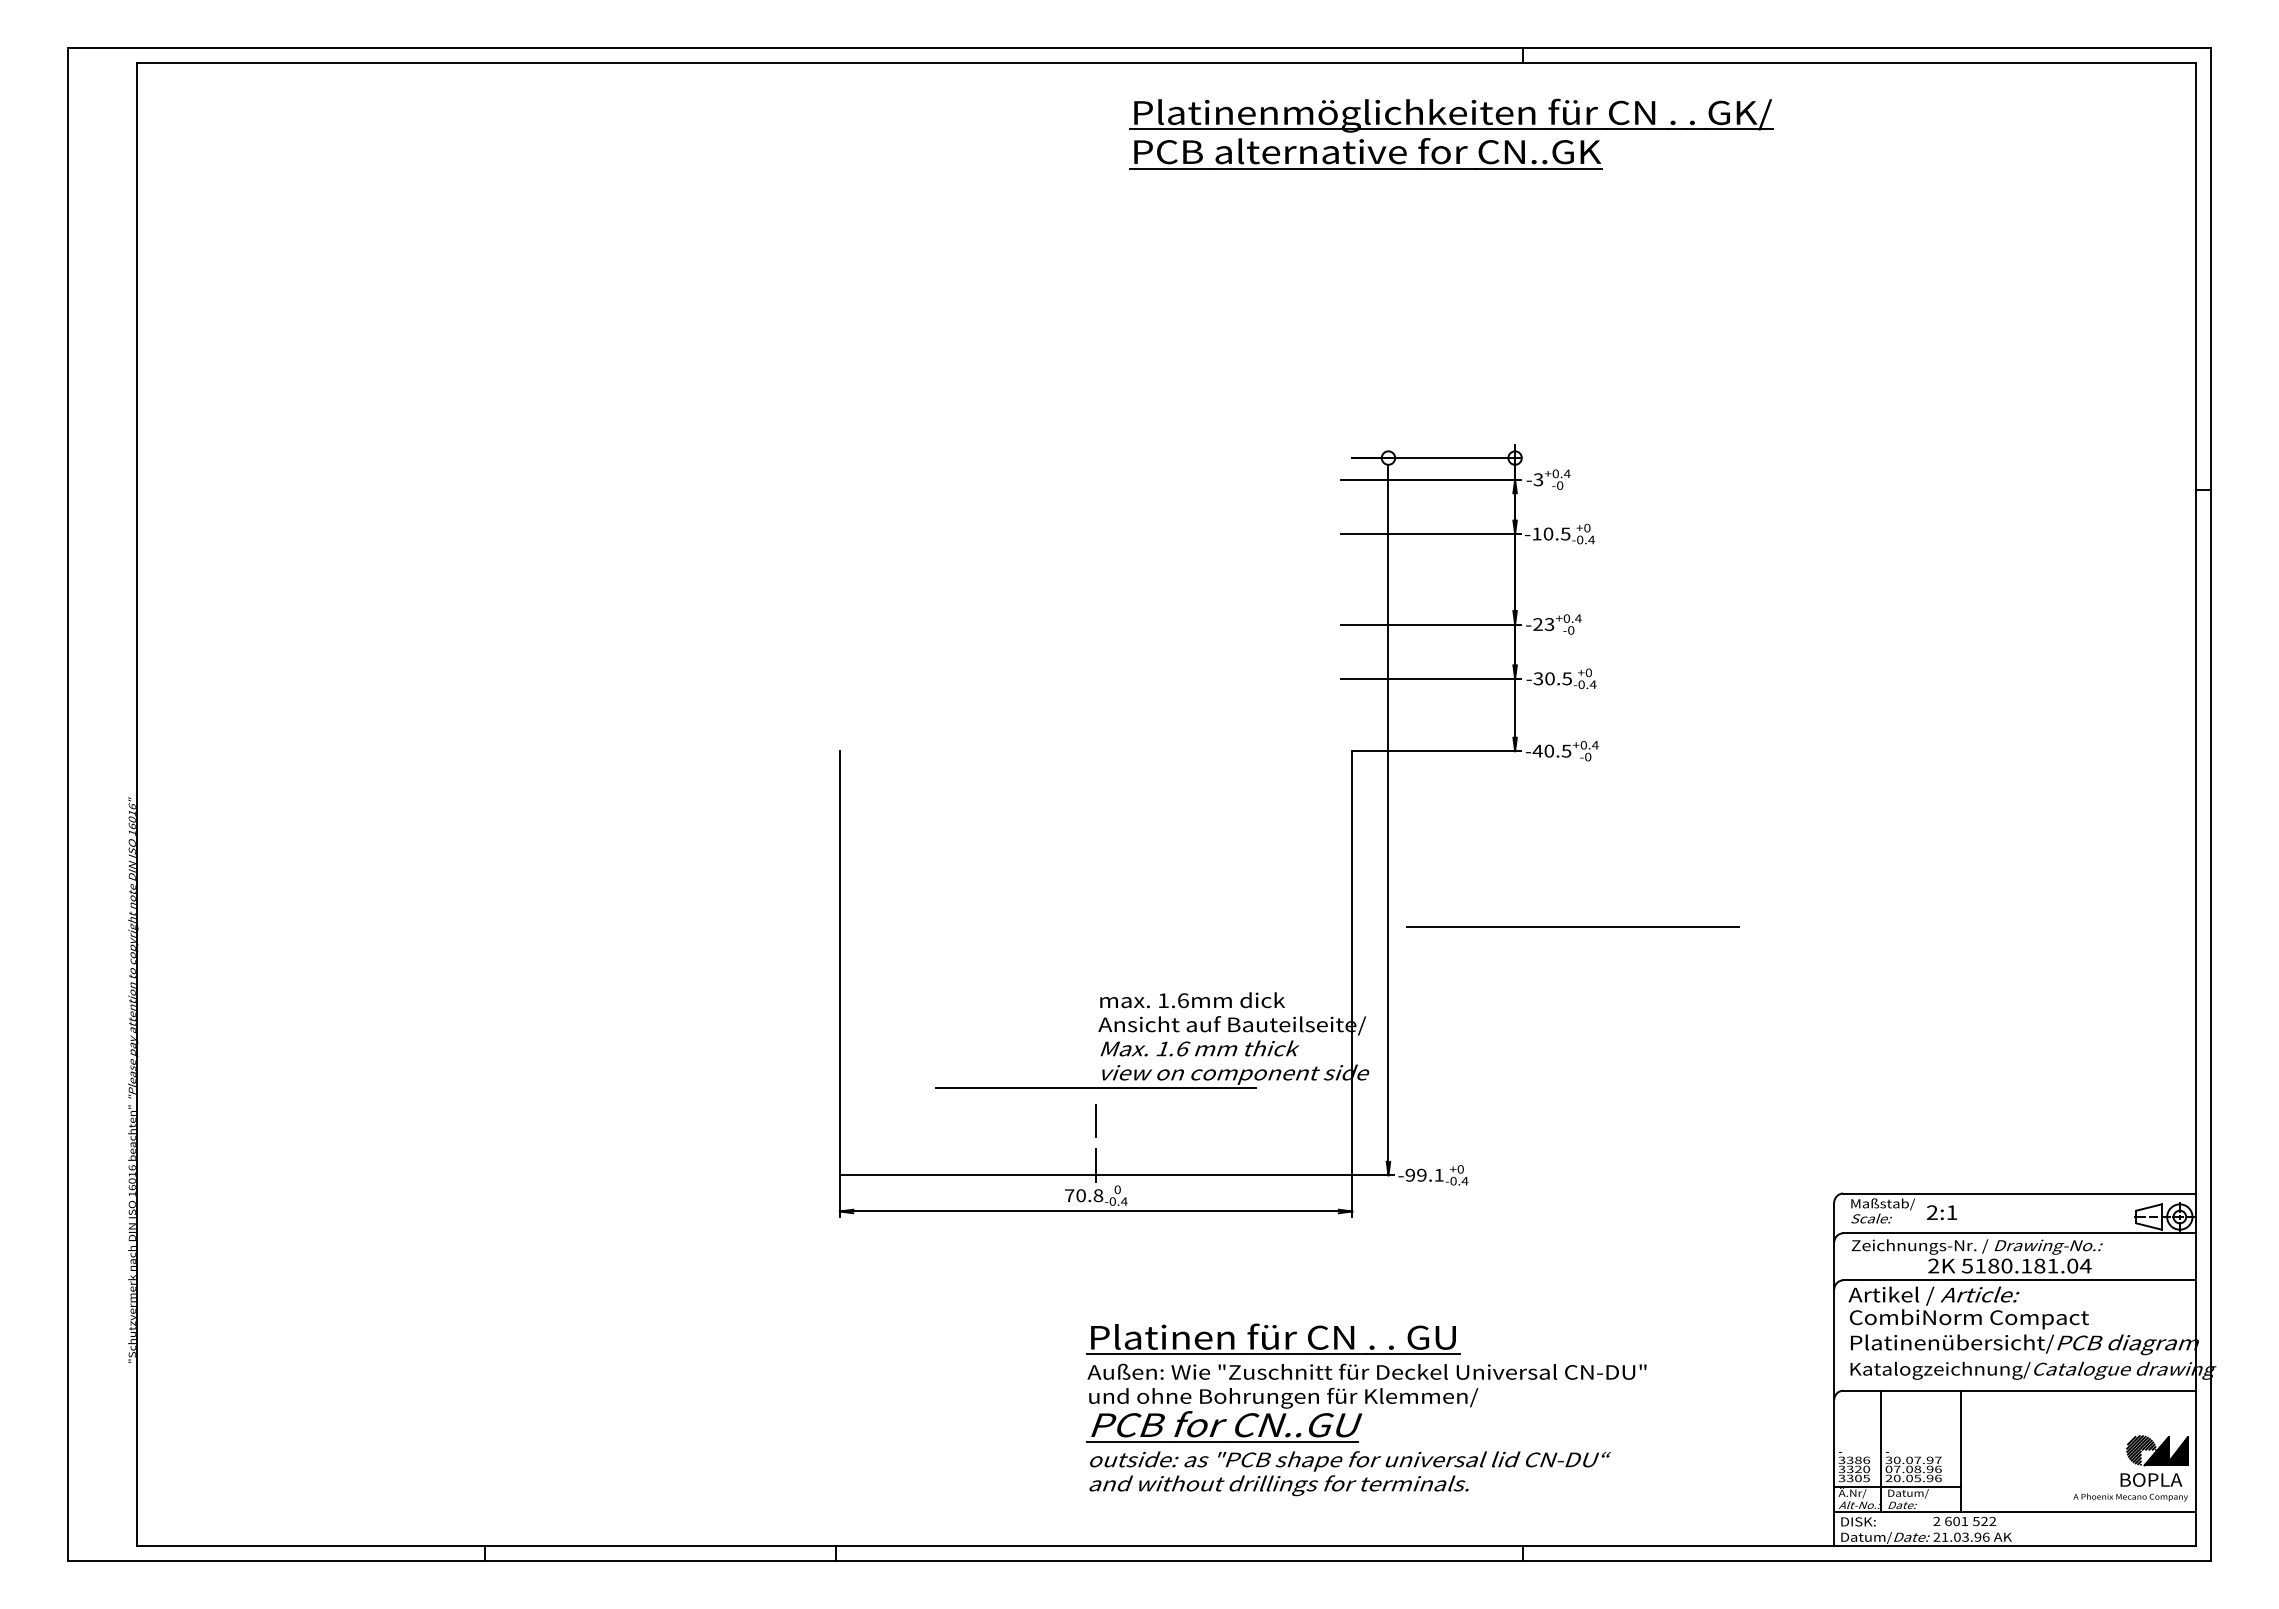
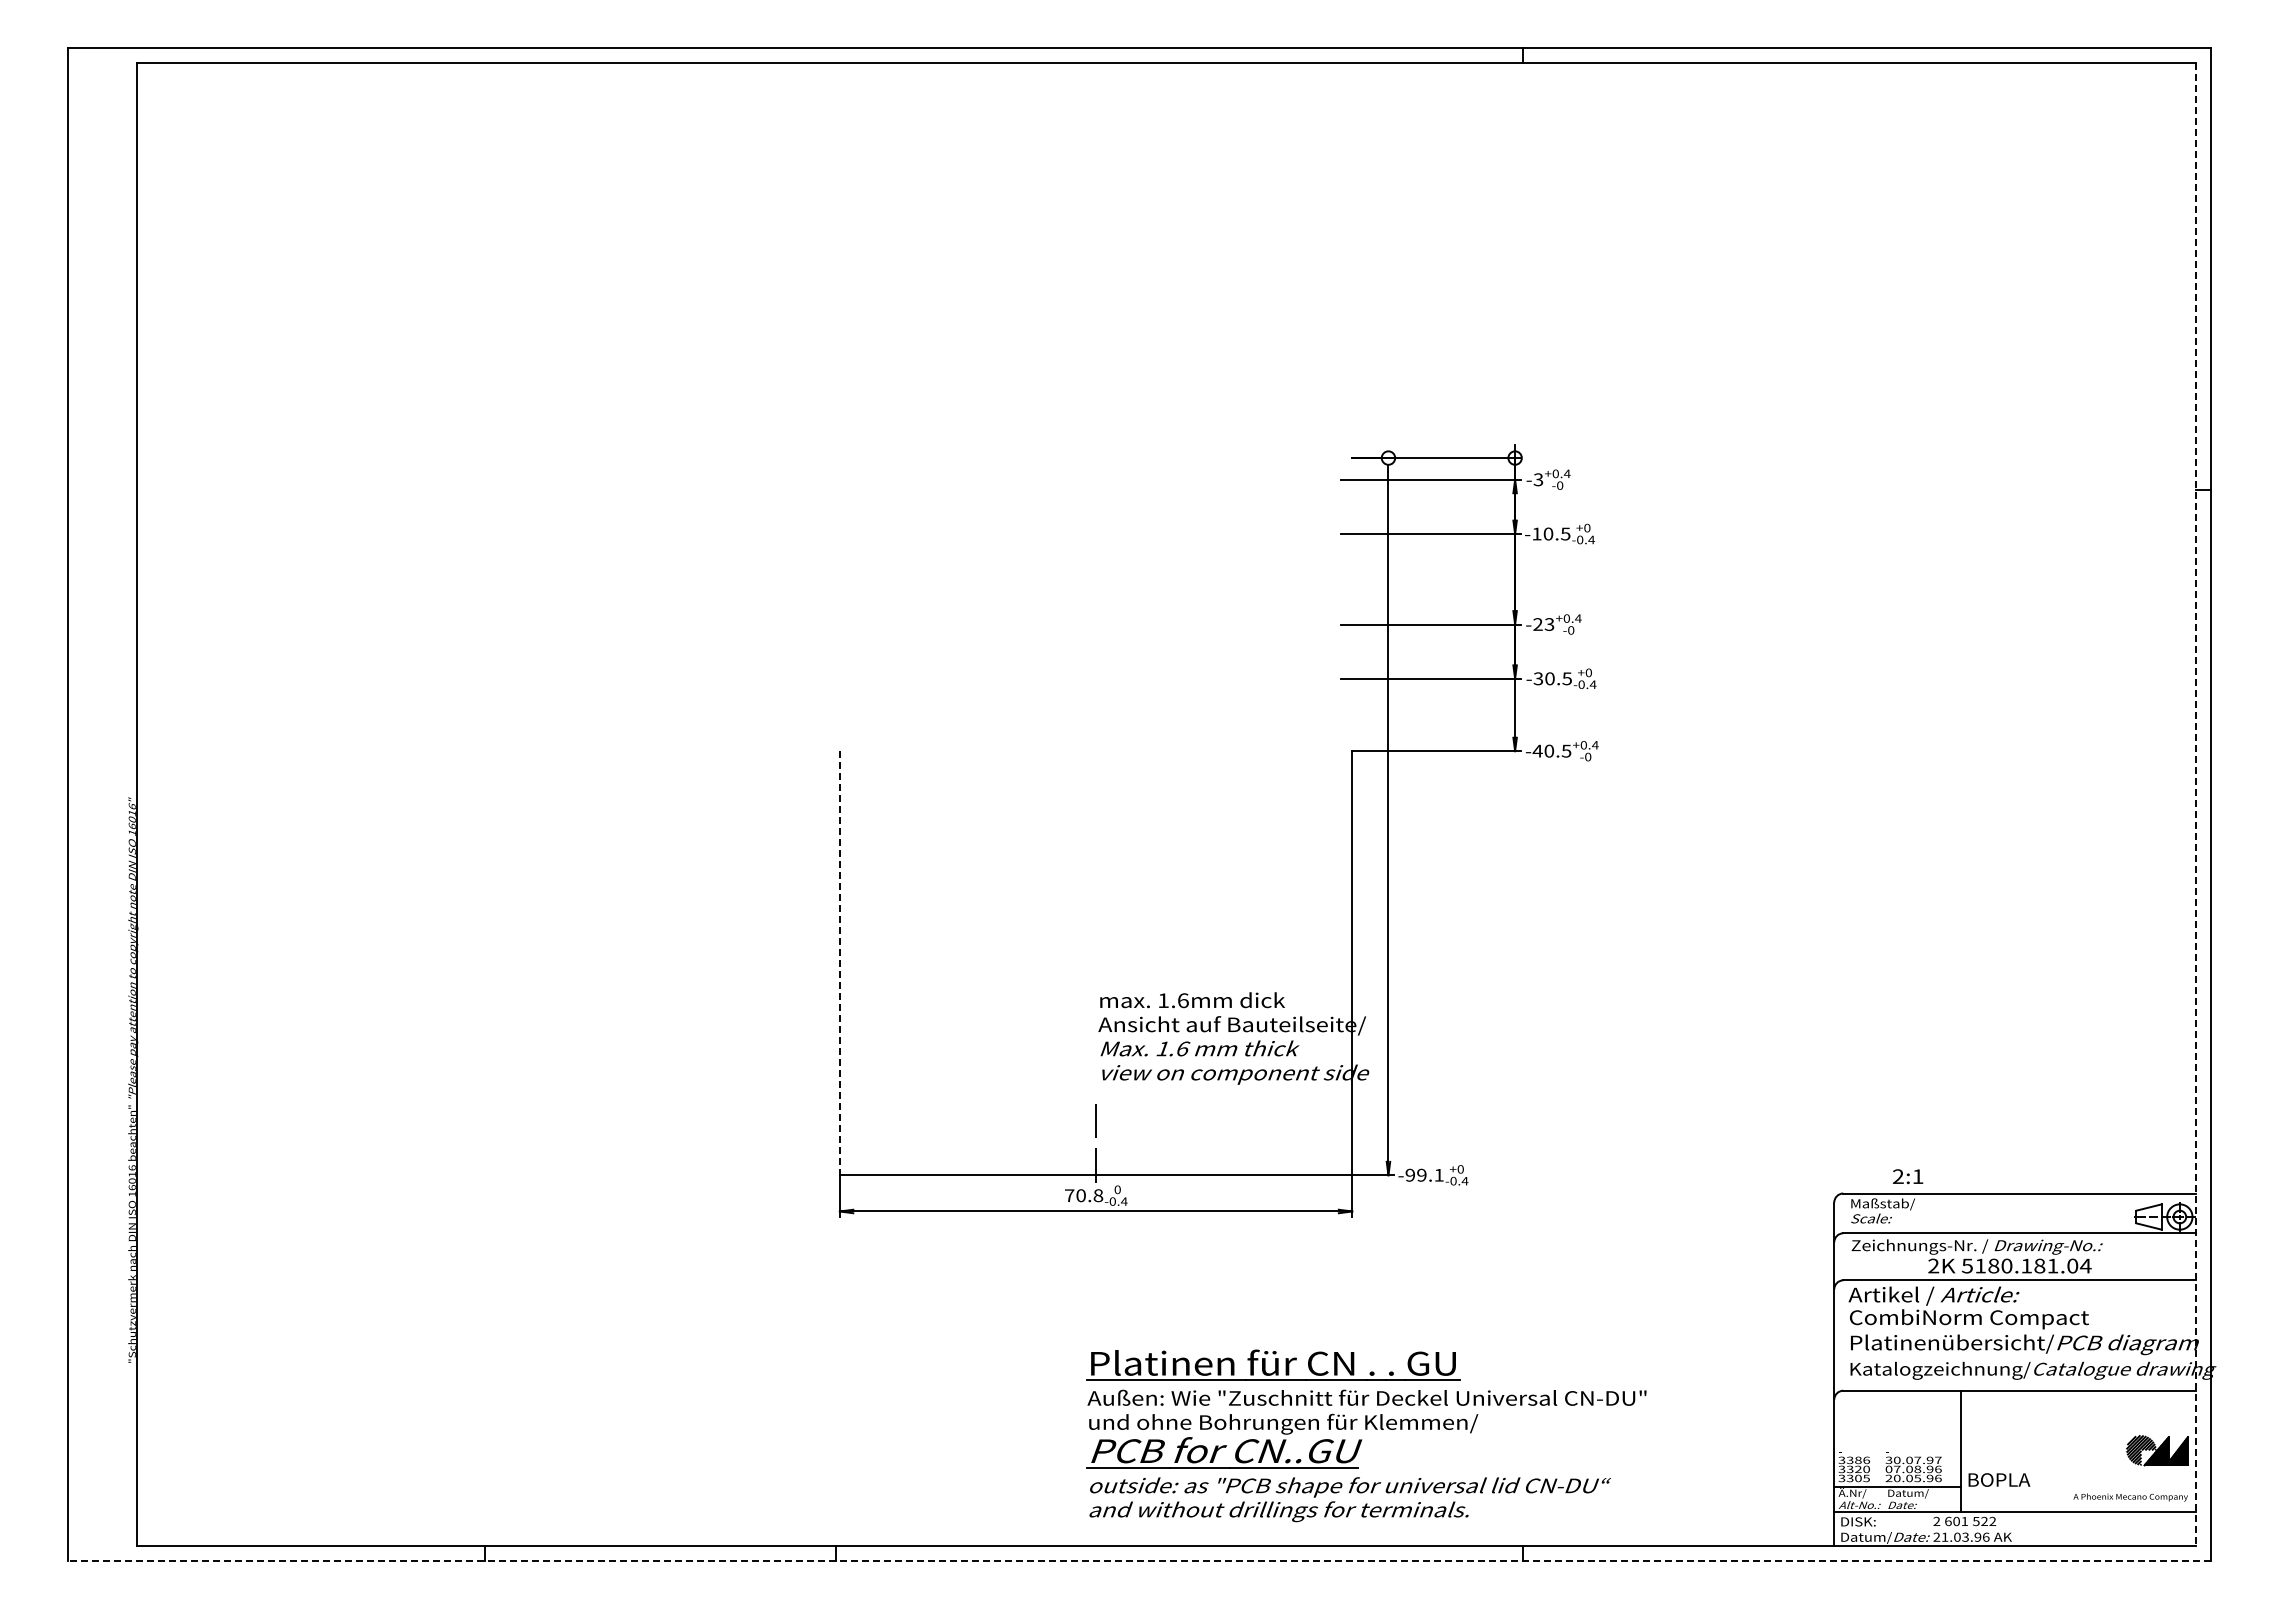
part at (1451, 133): present -> none
line at (2196, 804): solid -> dashed
line at (1572, 926): present -> none
line at (839, 963): solid -> dashed
line at (1095, 1088): present -> none
text at (1942, 1212) position: (1942, 1212) -> (1908, 1176)
part at (1366, 1409) position: (1366, 1409) -> (1366, 1435)
line at (1881, 1450): present -> none
text at (2151, 1479) position: (2151, 1479) -> (1999, 1479)
line at (1139, 1560): solid -> dashed
